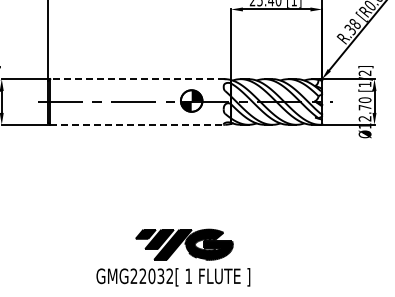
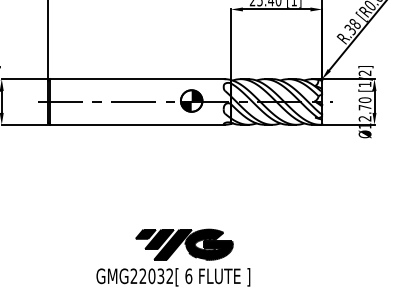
line at (137, 79): dashed -> solid
line at (138, 124): dashed -> solid
text at (188, 276): 1 -> 6
